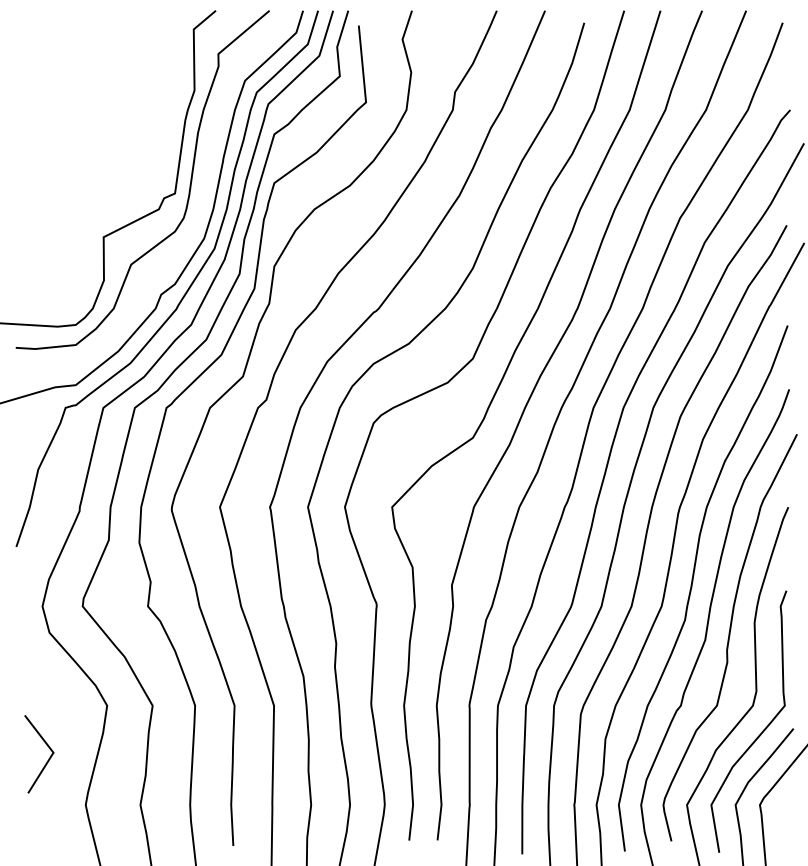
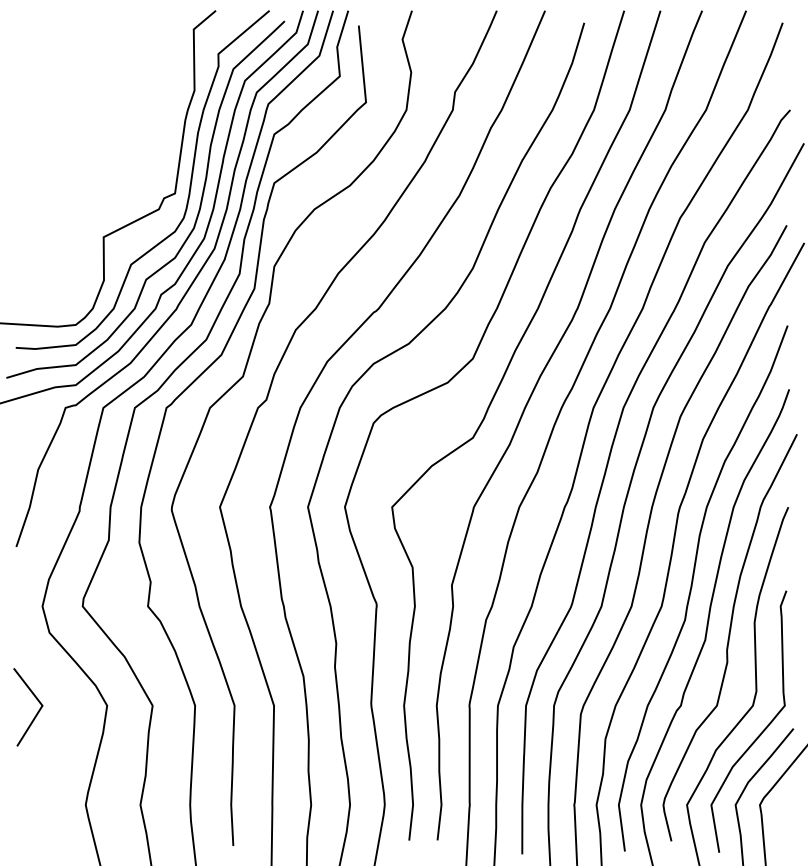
curve at (196, 216): none -> present
line at (48, 758) position: (48, 758) -> (37, 711)
